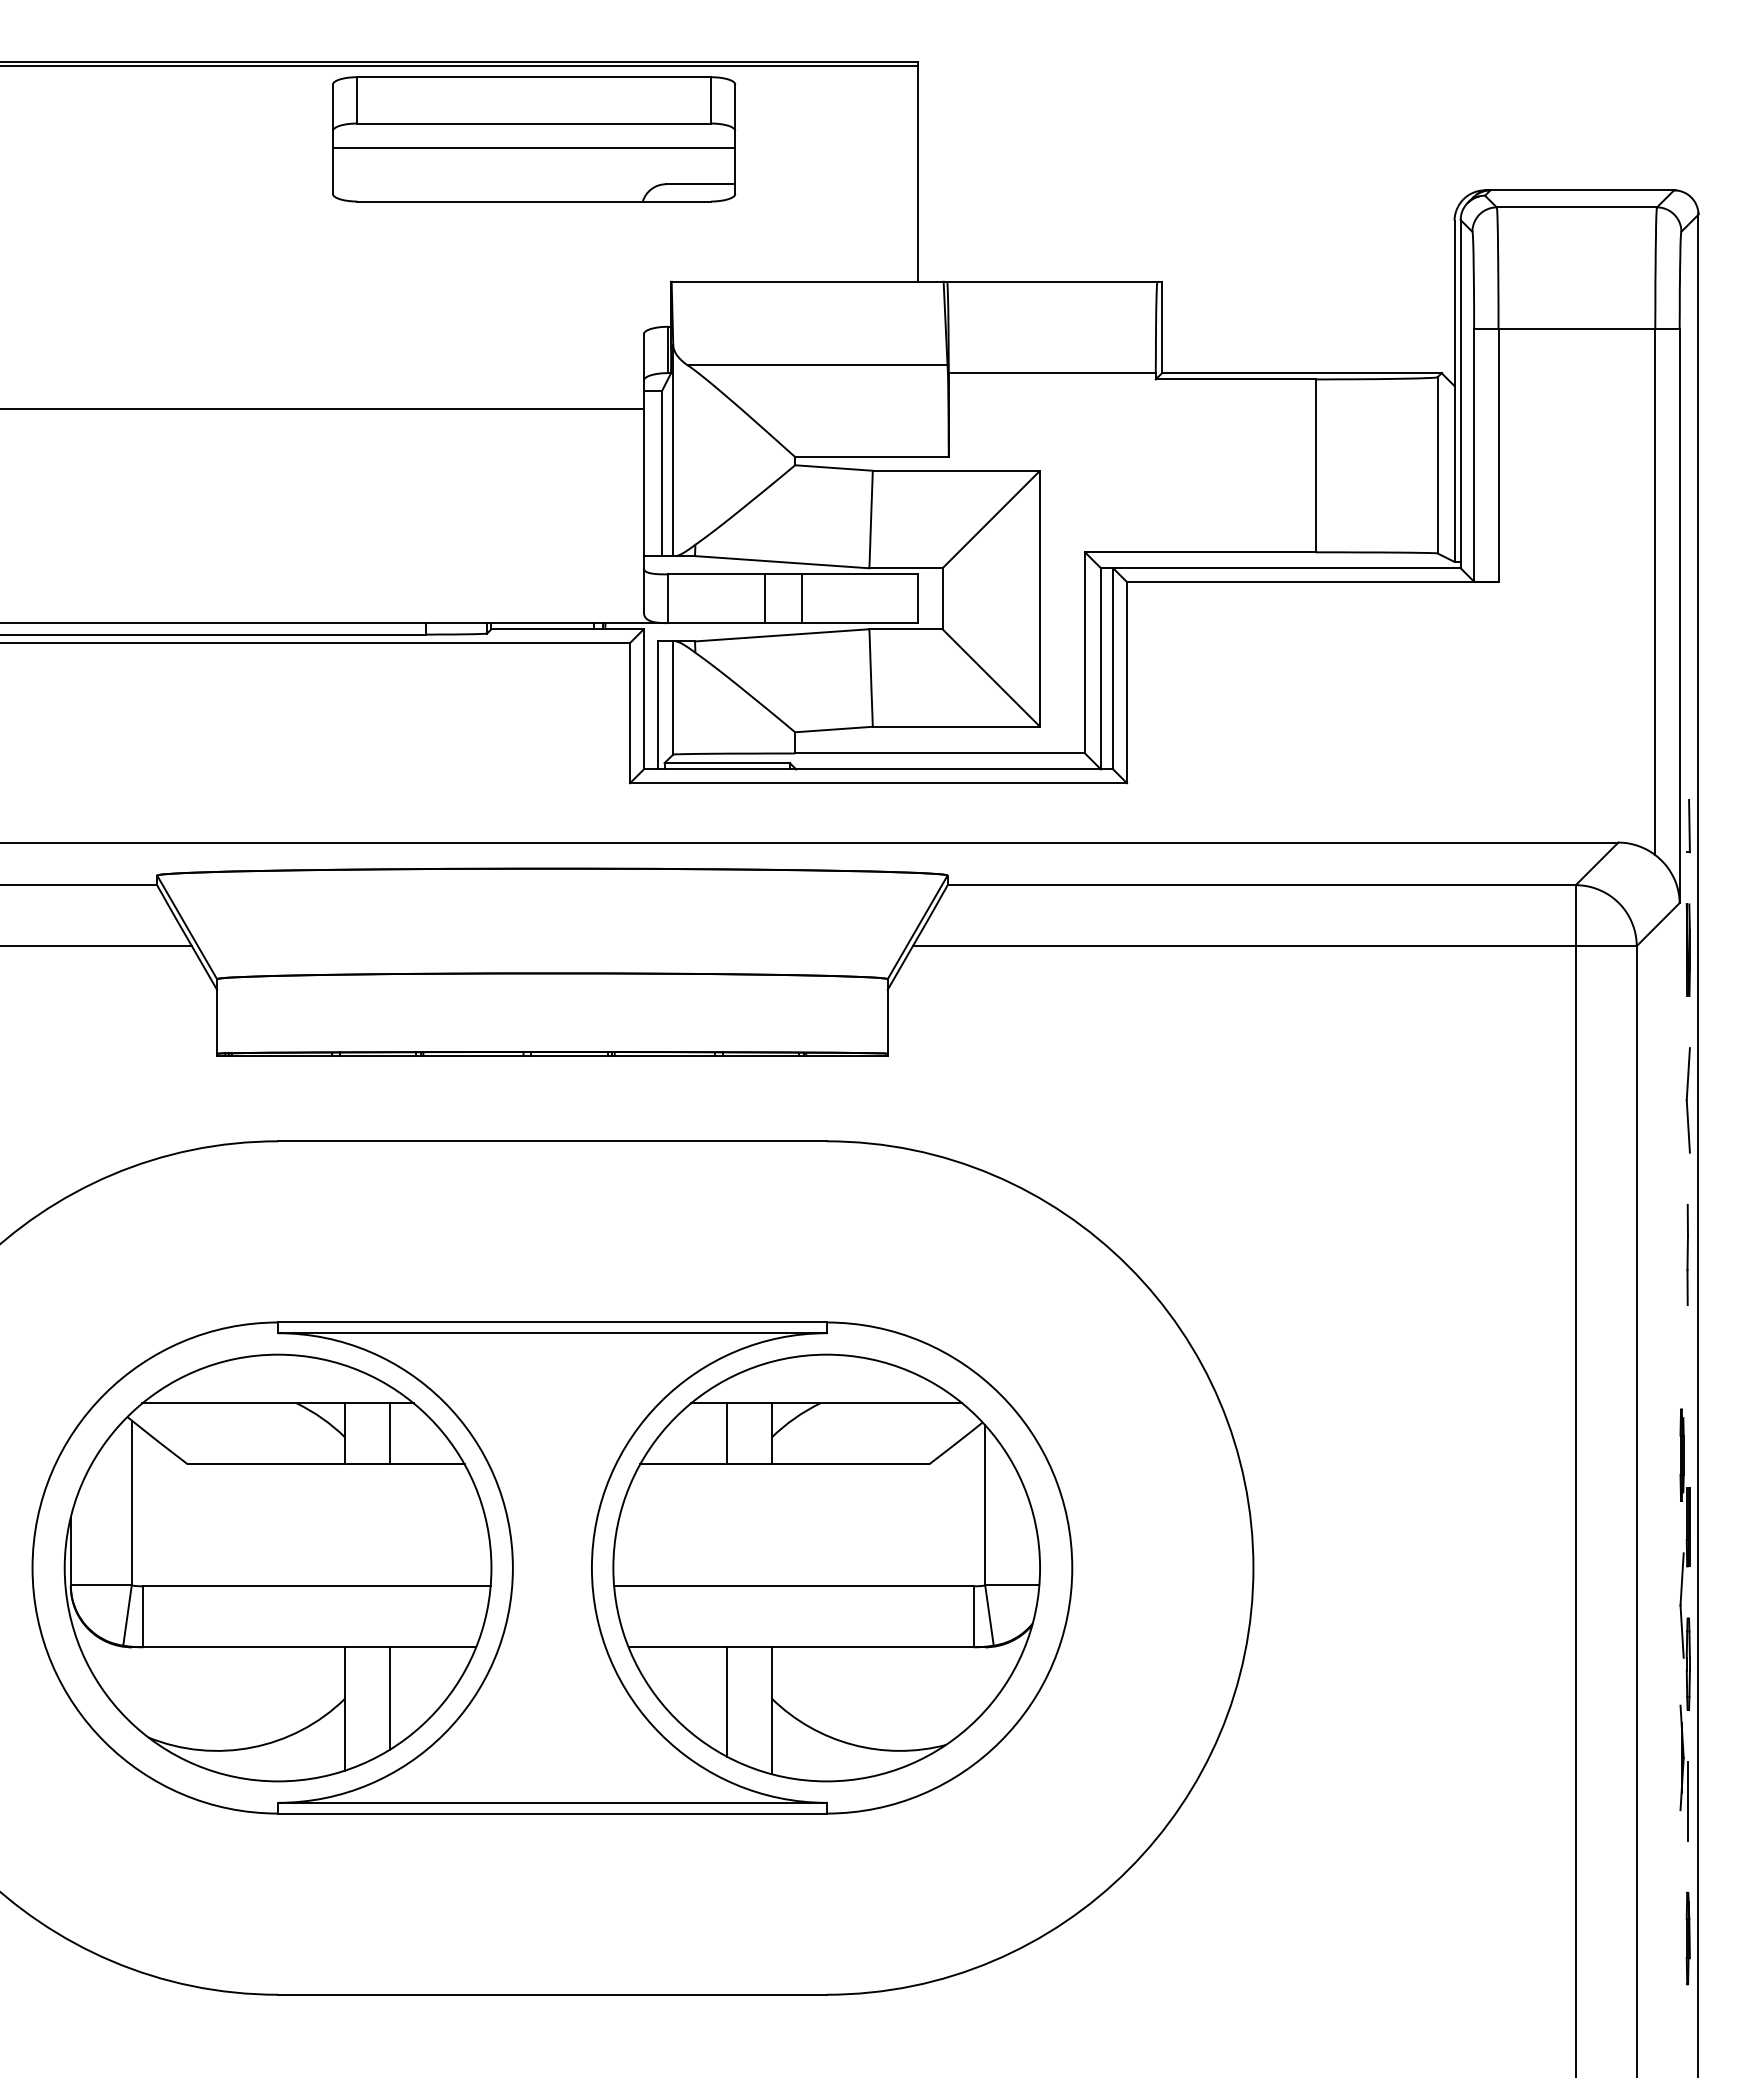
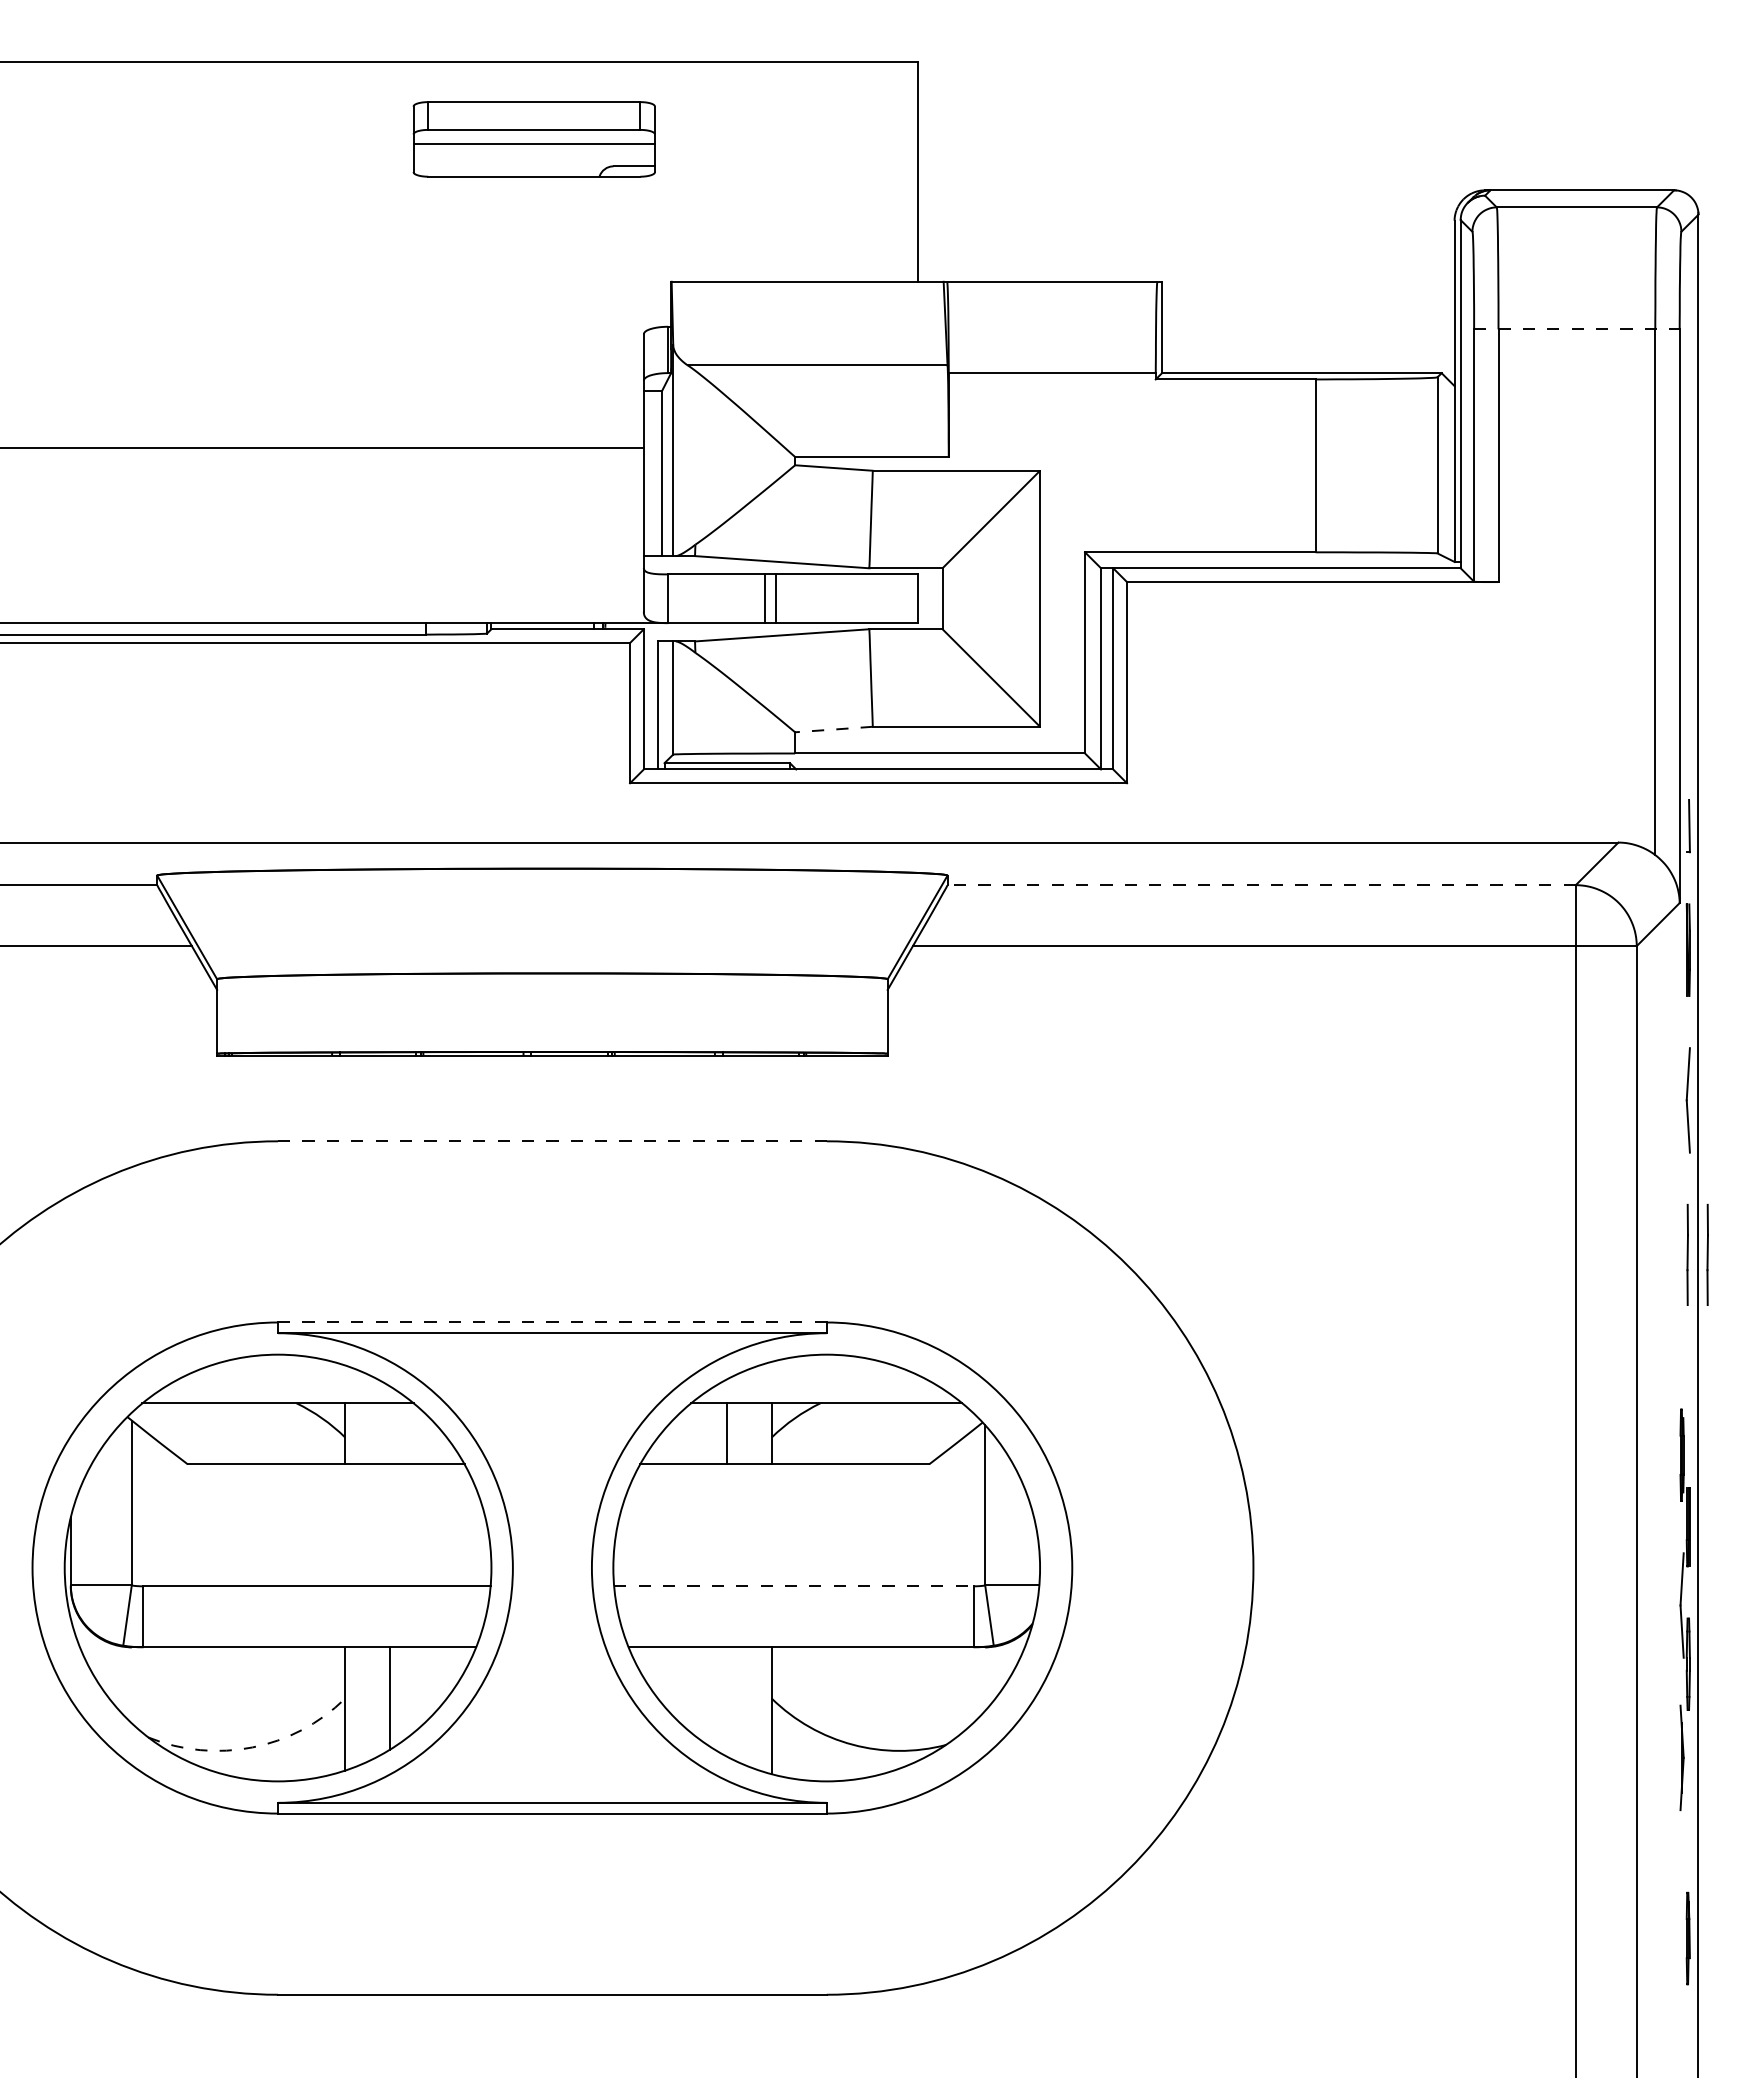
line at (460, 66): present -> none
part at (534, 139) size: 405x127 px -> 244x77 px
line at (1576, 329): solid -> dashed
line at (322, 409) position: (322, 409) -> (322, 448)
line at (801, 598) position: (801, 598) -> (775, 598)
line at (833, 729): solid -> dashed
line at (1261, 885): solid -> dashed
line at (551, 1141): solid -> dashed
line at (1707, 1254): none -> present
line at (551, 1322): solid -> dashed
line at (390, 1433): present -> none
line at (793, 1586): solid -> dashed
line at (727, 1701): present -> none
arc at (252, 1747): solid -> dashed
line at (1687, 1801): present -> none
